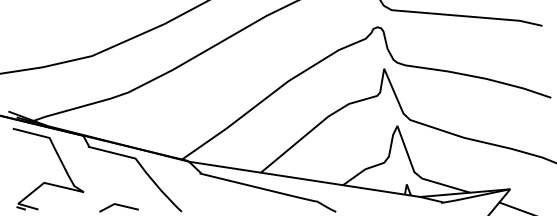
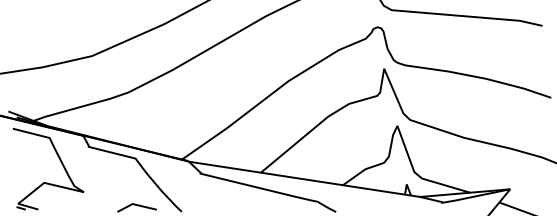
curve at (119, 206) position: (119, 206) -> (137, 206)
